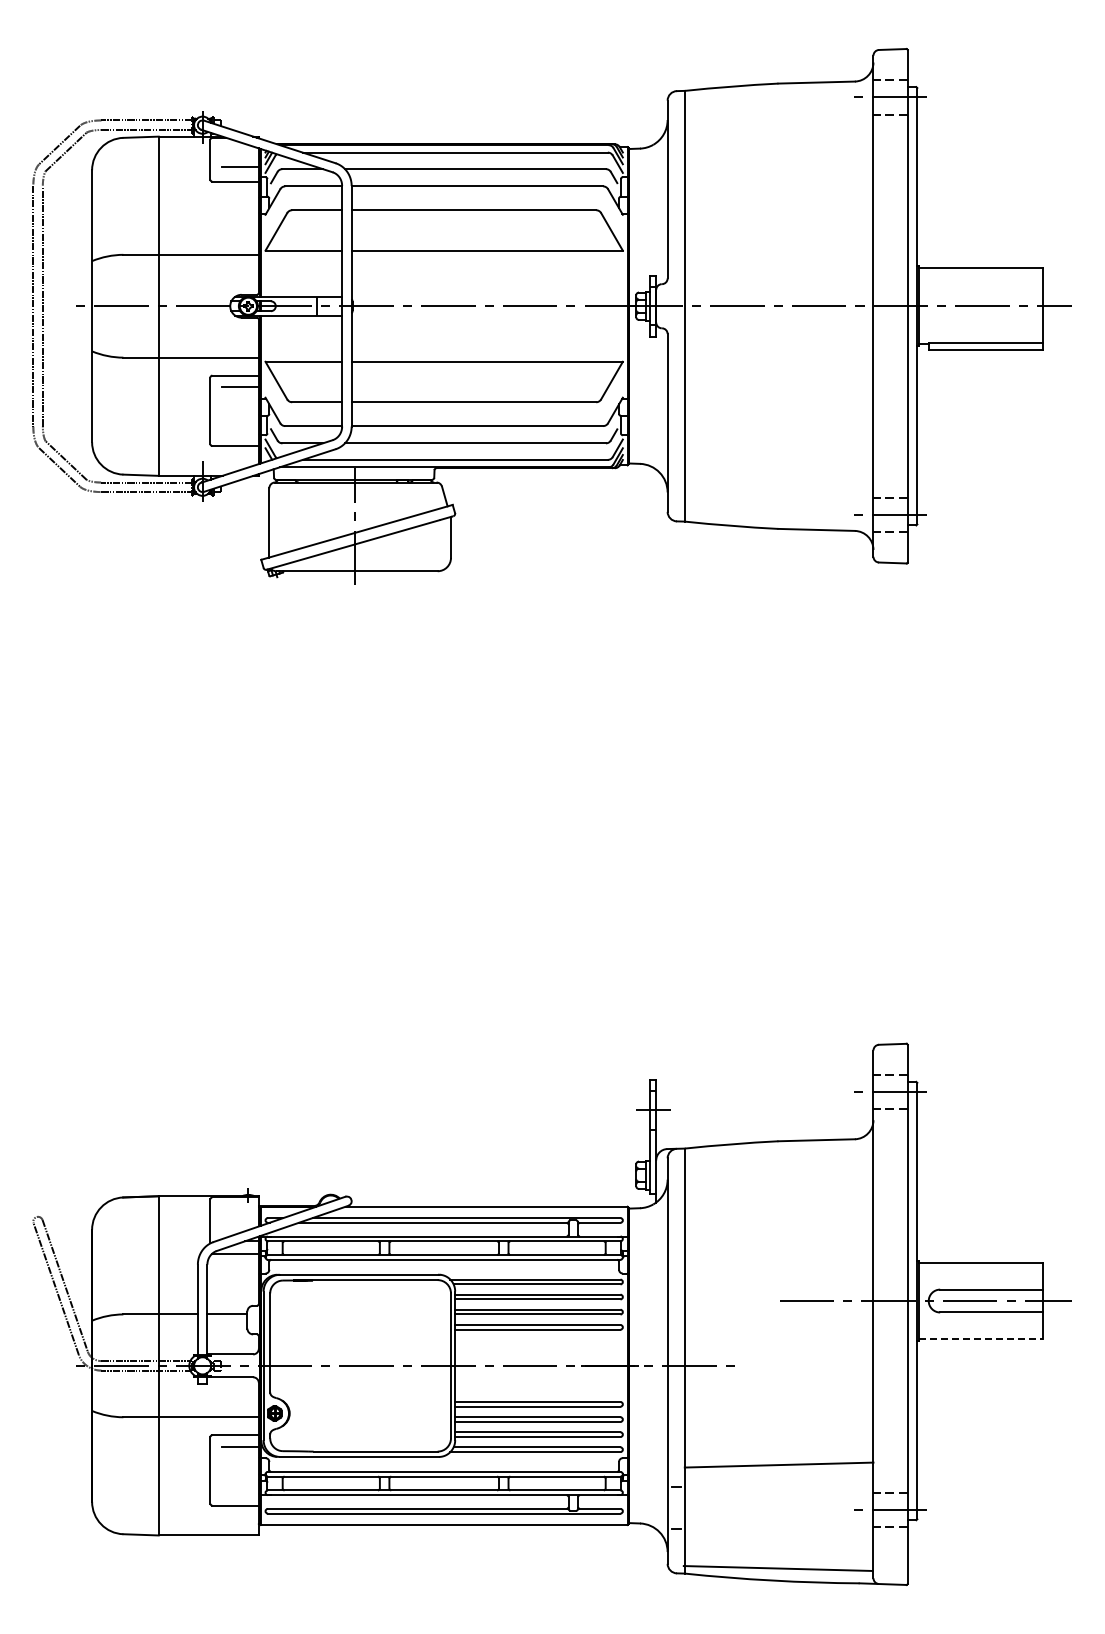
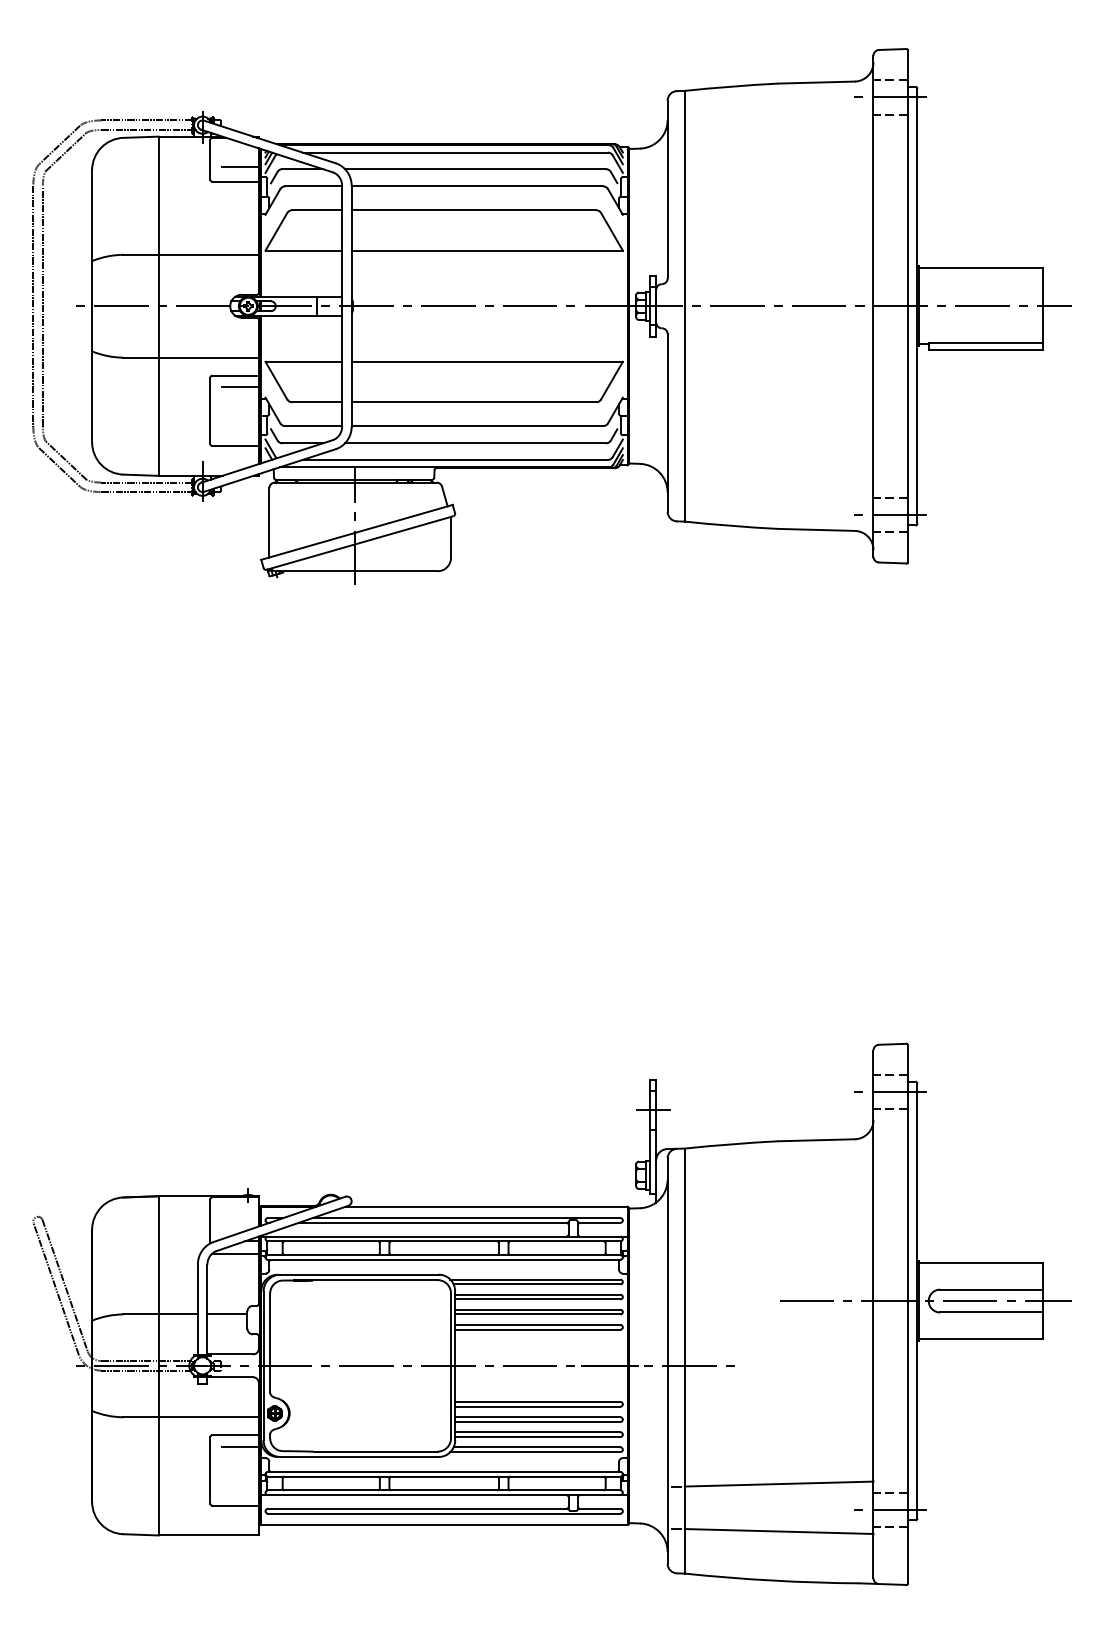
line at (981, 1339): dashed -> solid
line at (778, 1464) position: (778, 1464) -> (778, 1483)
line at (777, 1568) position: (777, 1568) -> (778, 1531)
